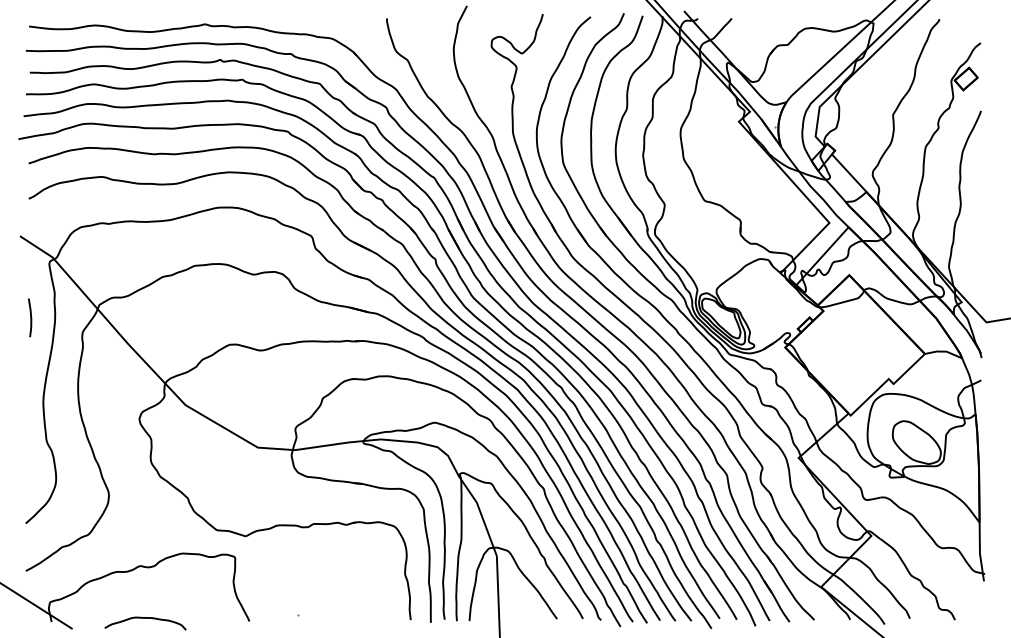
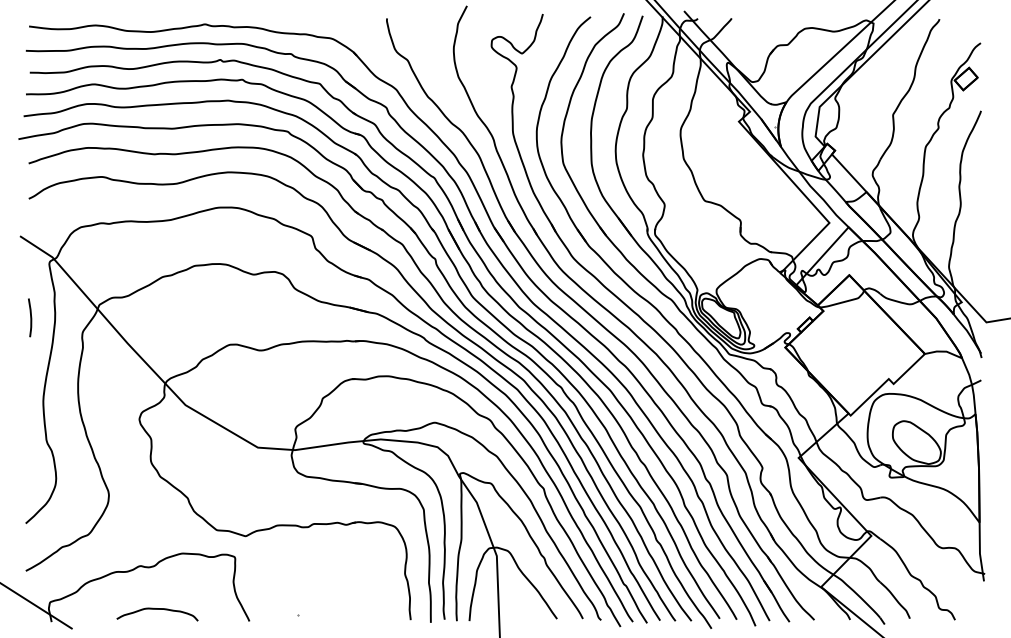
curve at (145, 618) position: (145, 618) -> (157, 609)
